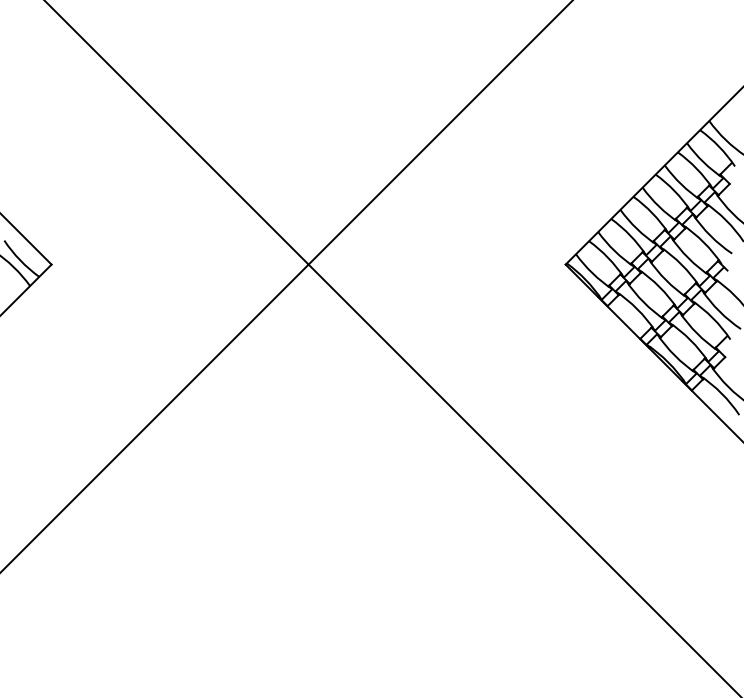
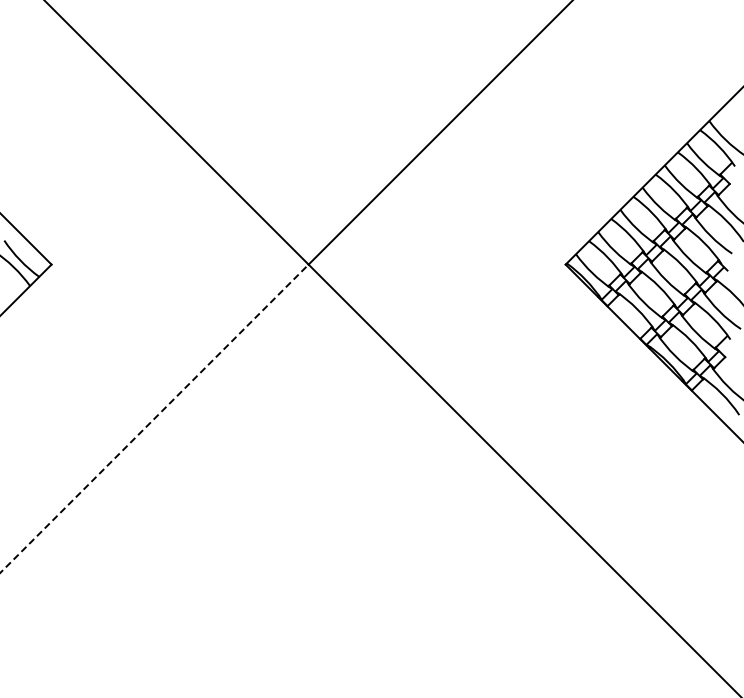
line at (154, 418): solid -> dashed
